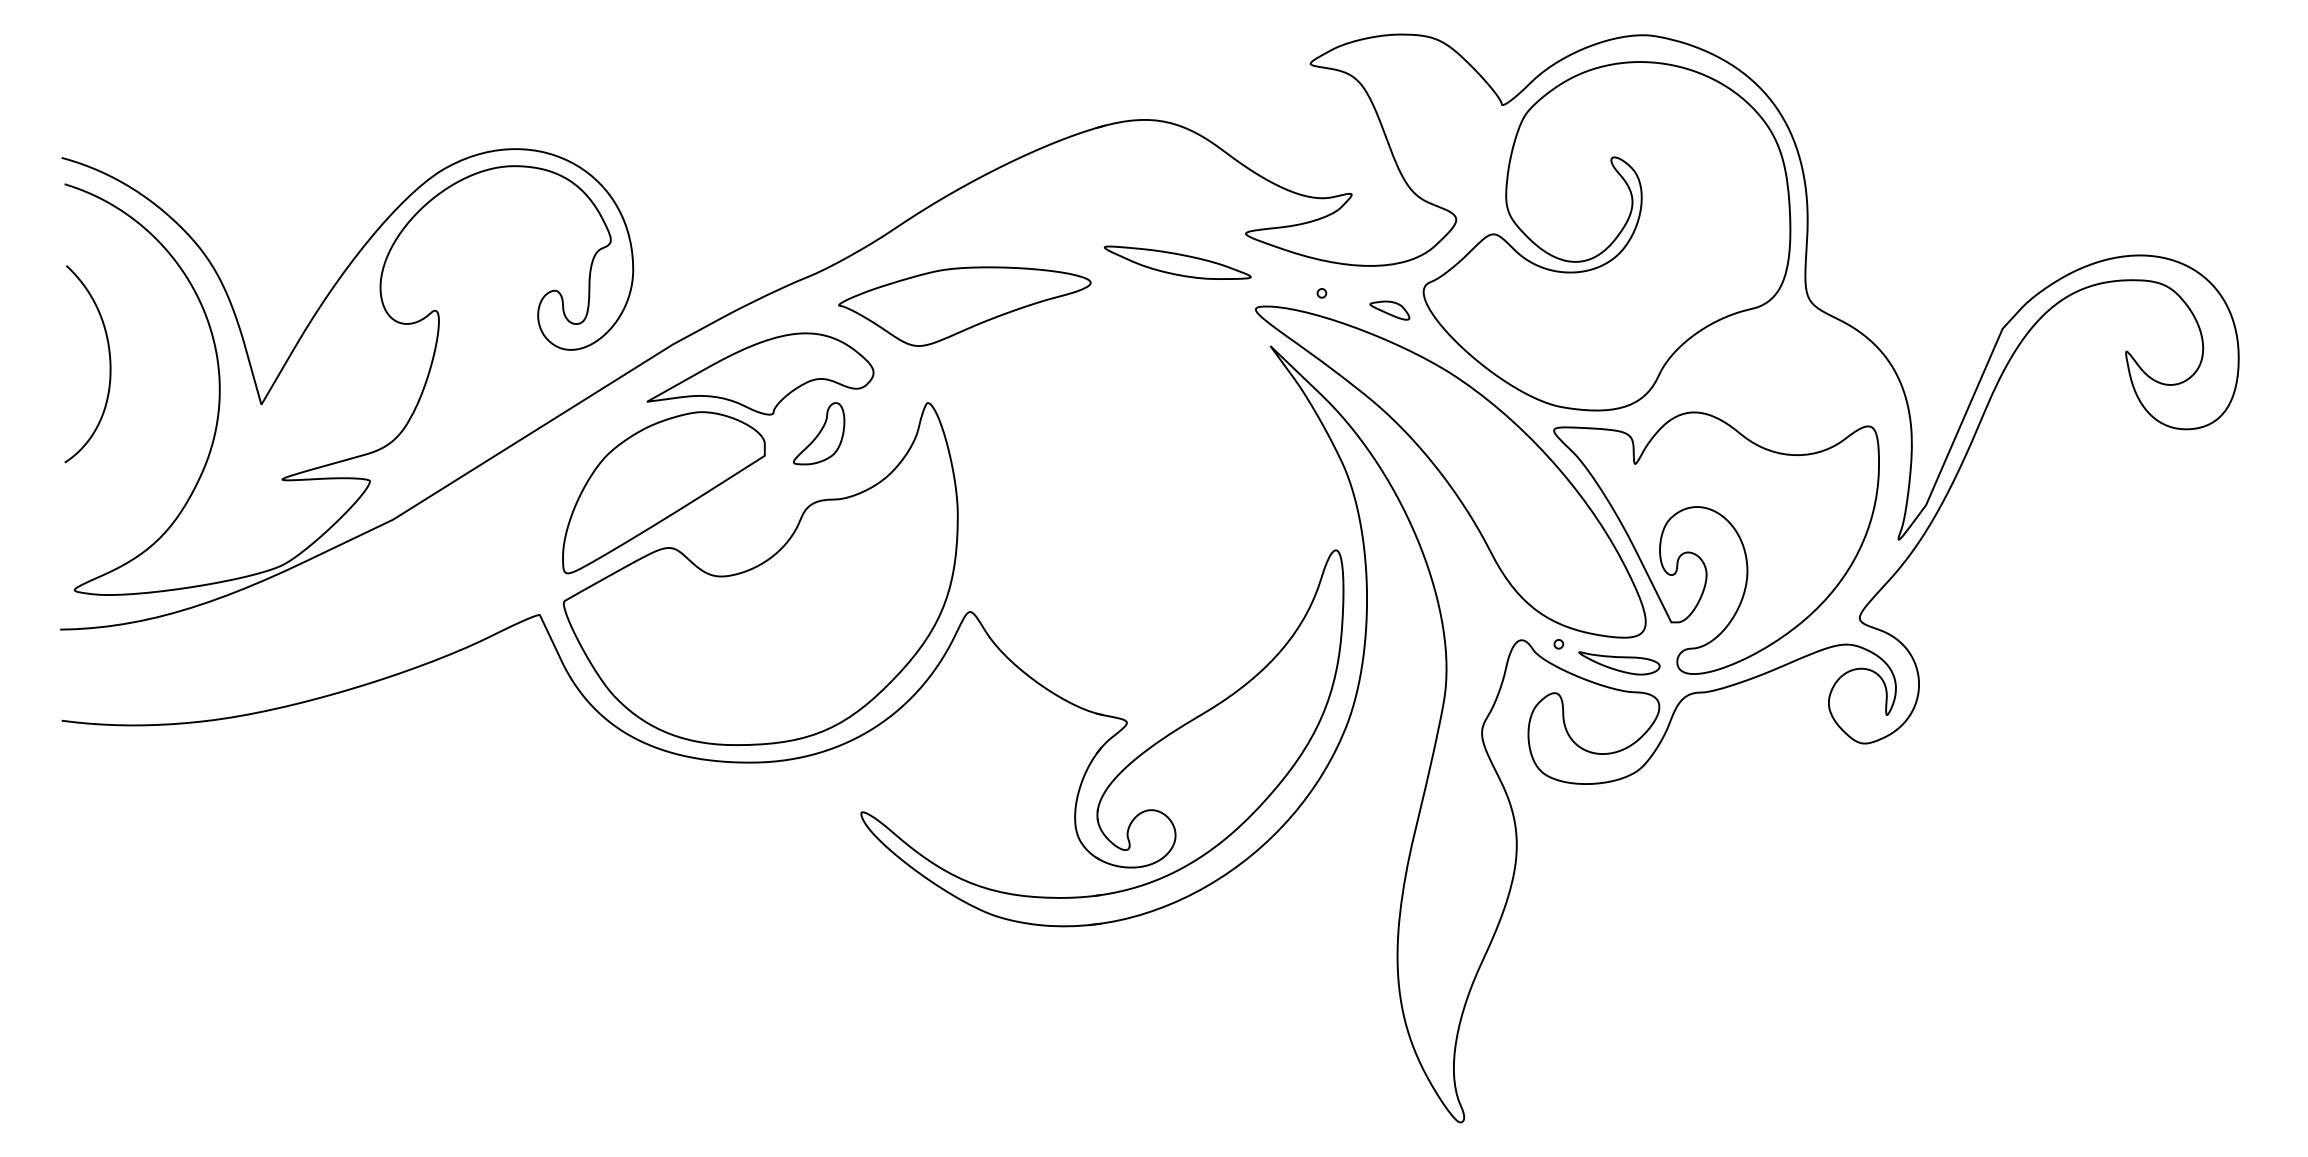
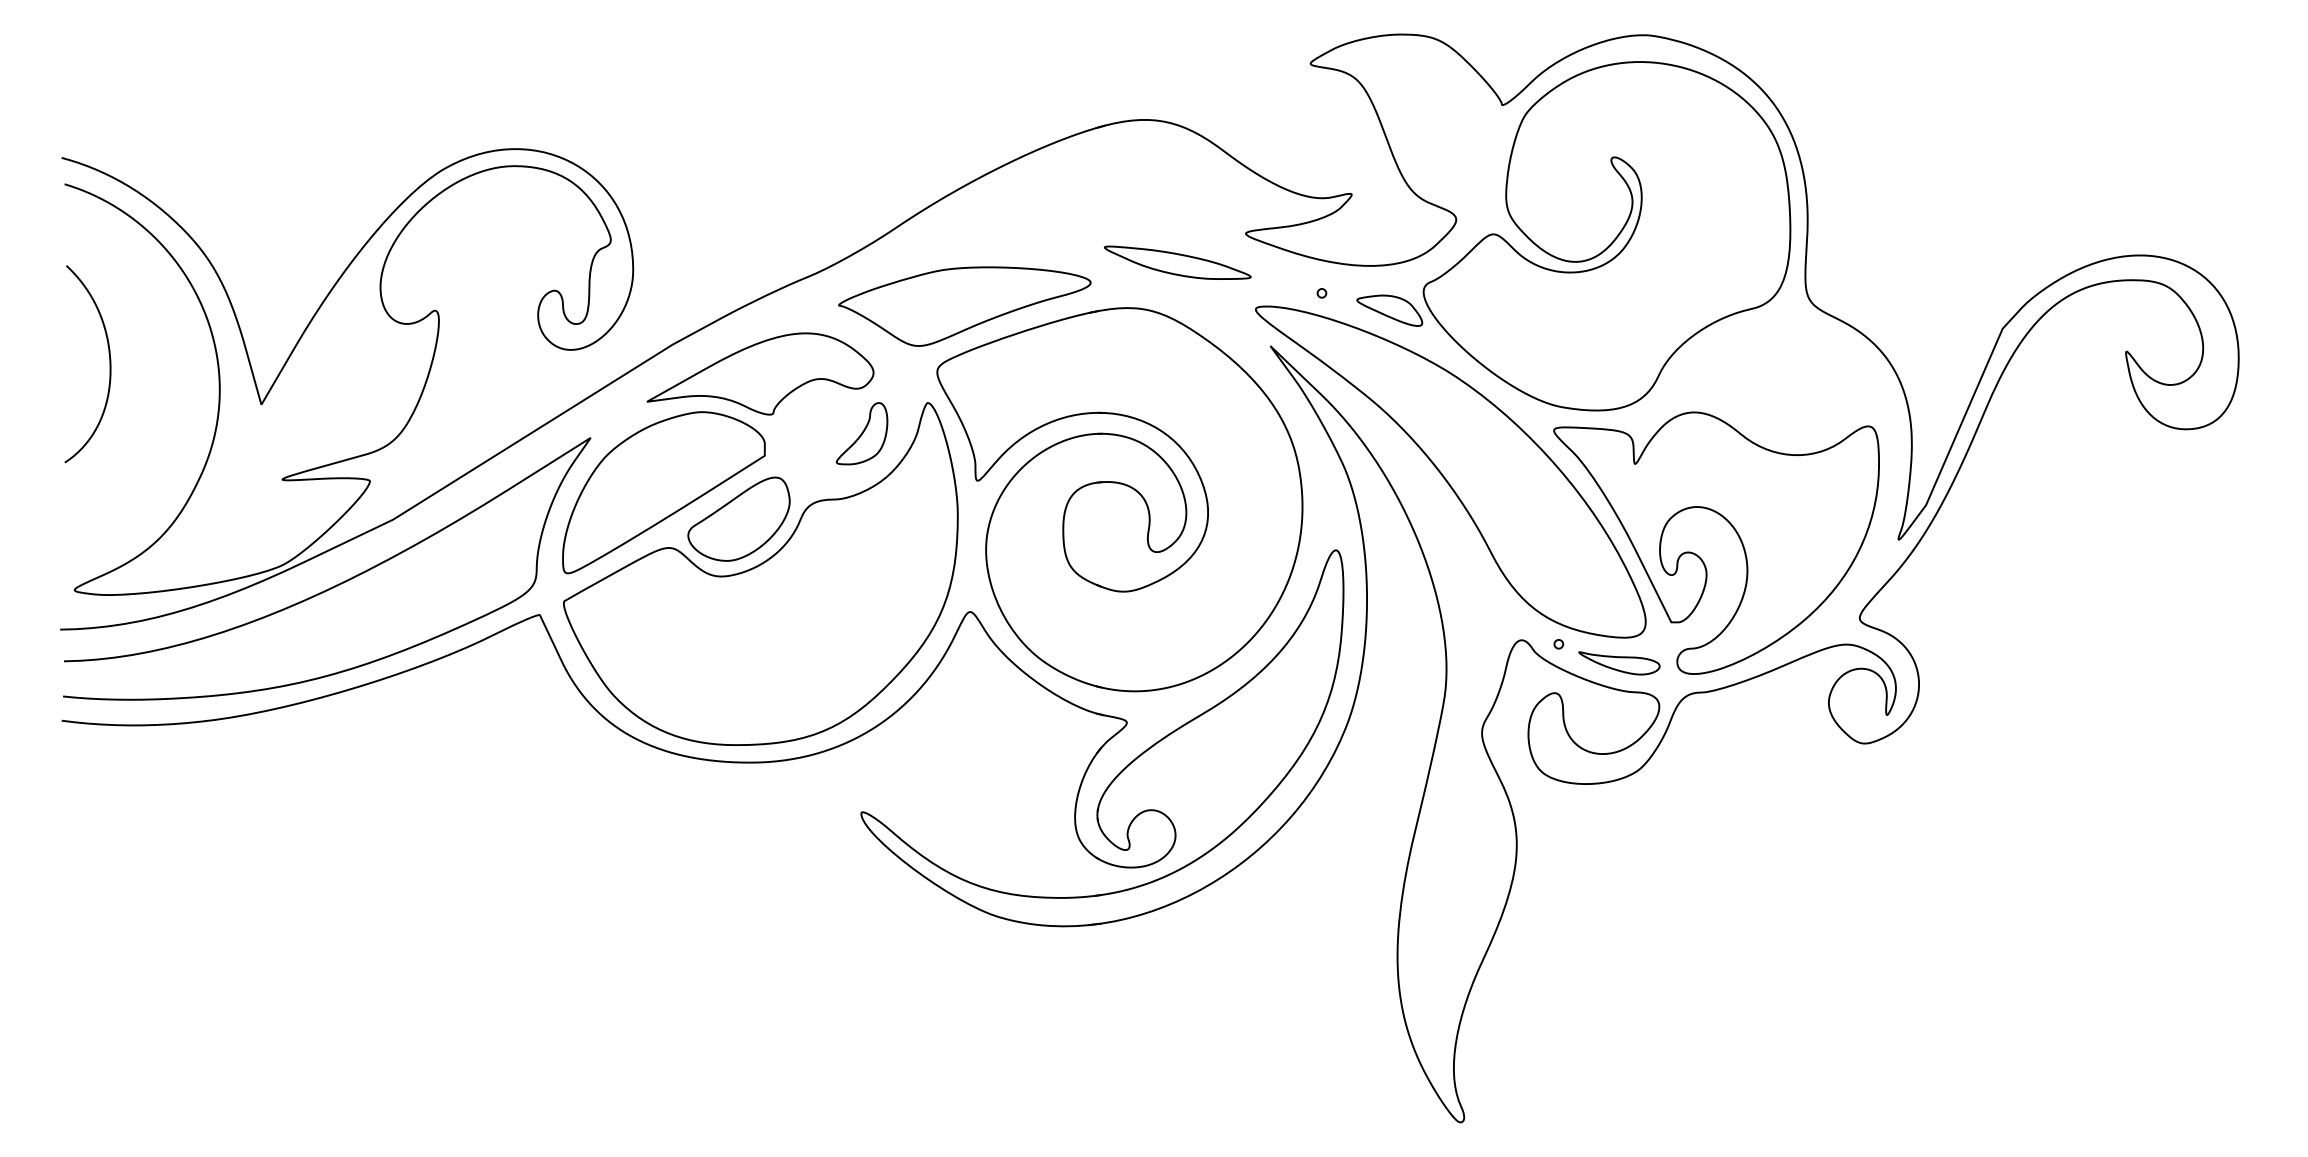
part at (1389, 310) size: 42x21 px -> 68x33 px
part at (819, 433) position: (819, 433) -> (862, 433)
part at (1123, 485): none -> present
part at (738, 518): none -> present
curve at (336, 584): none -> present
